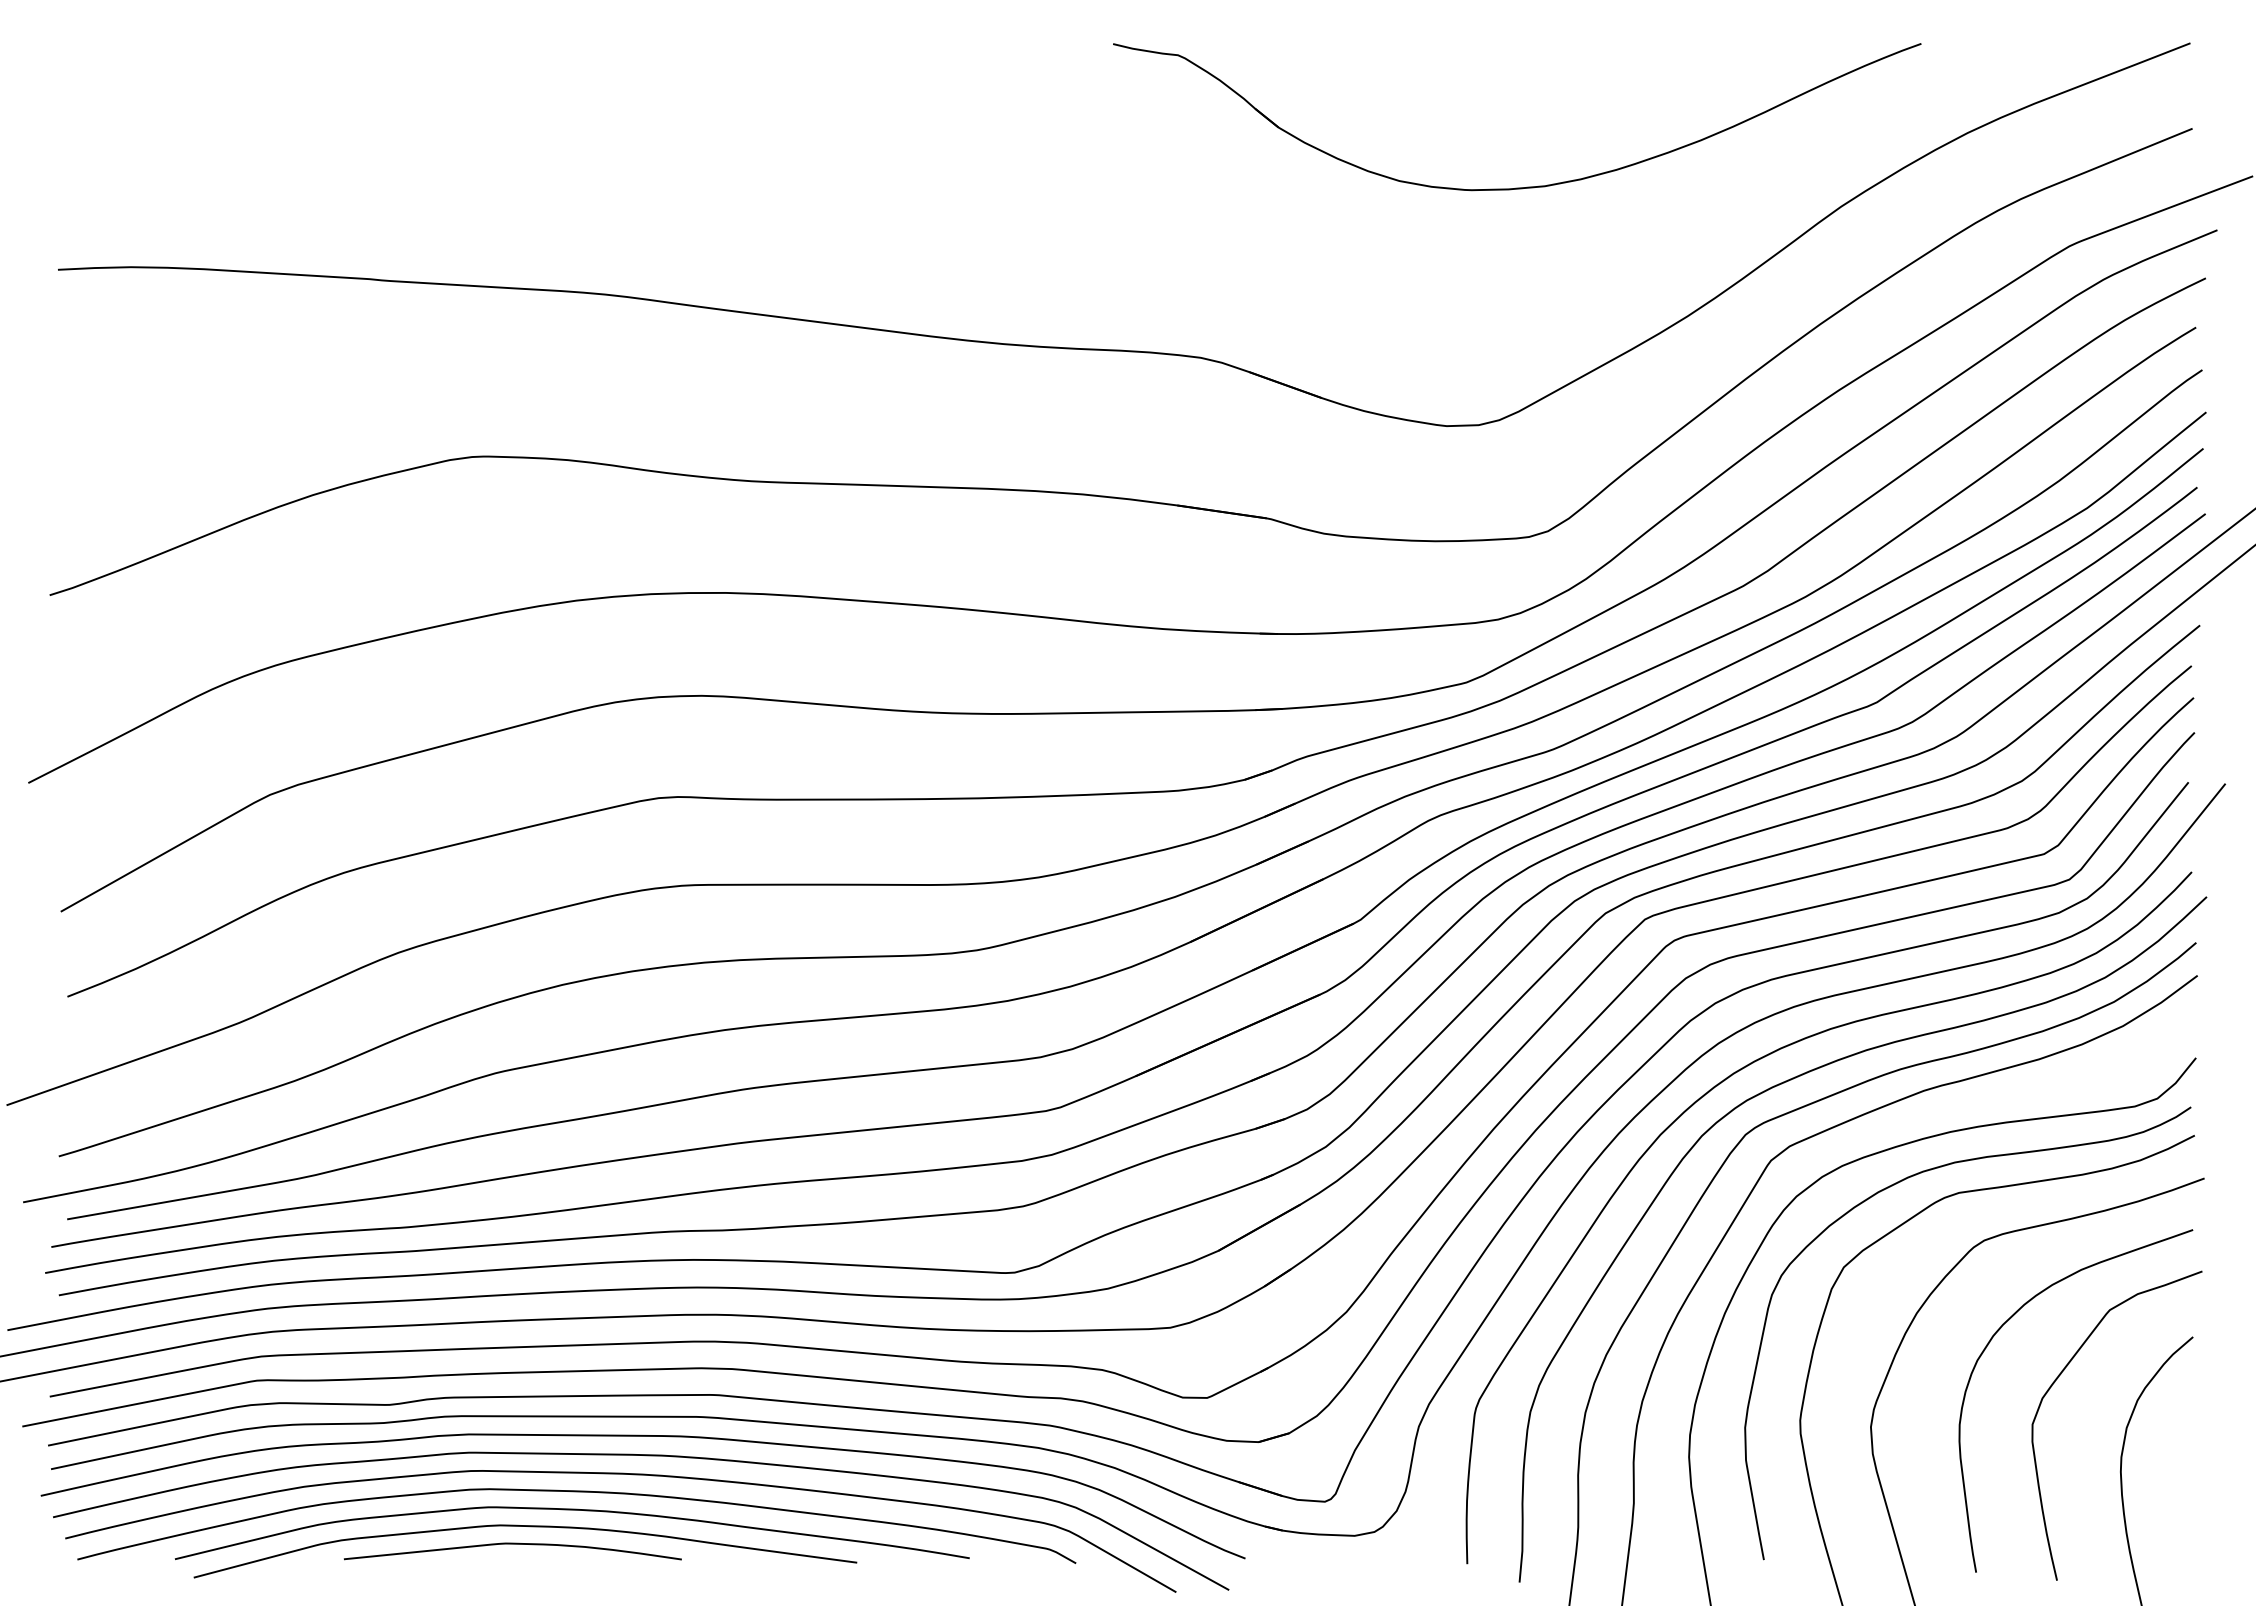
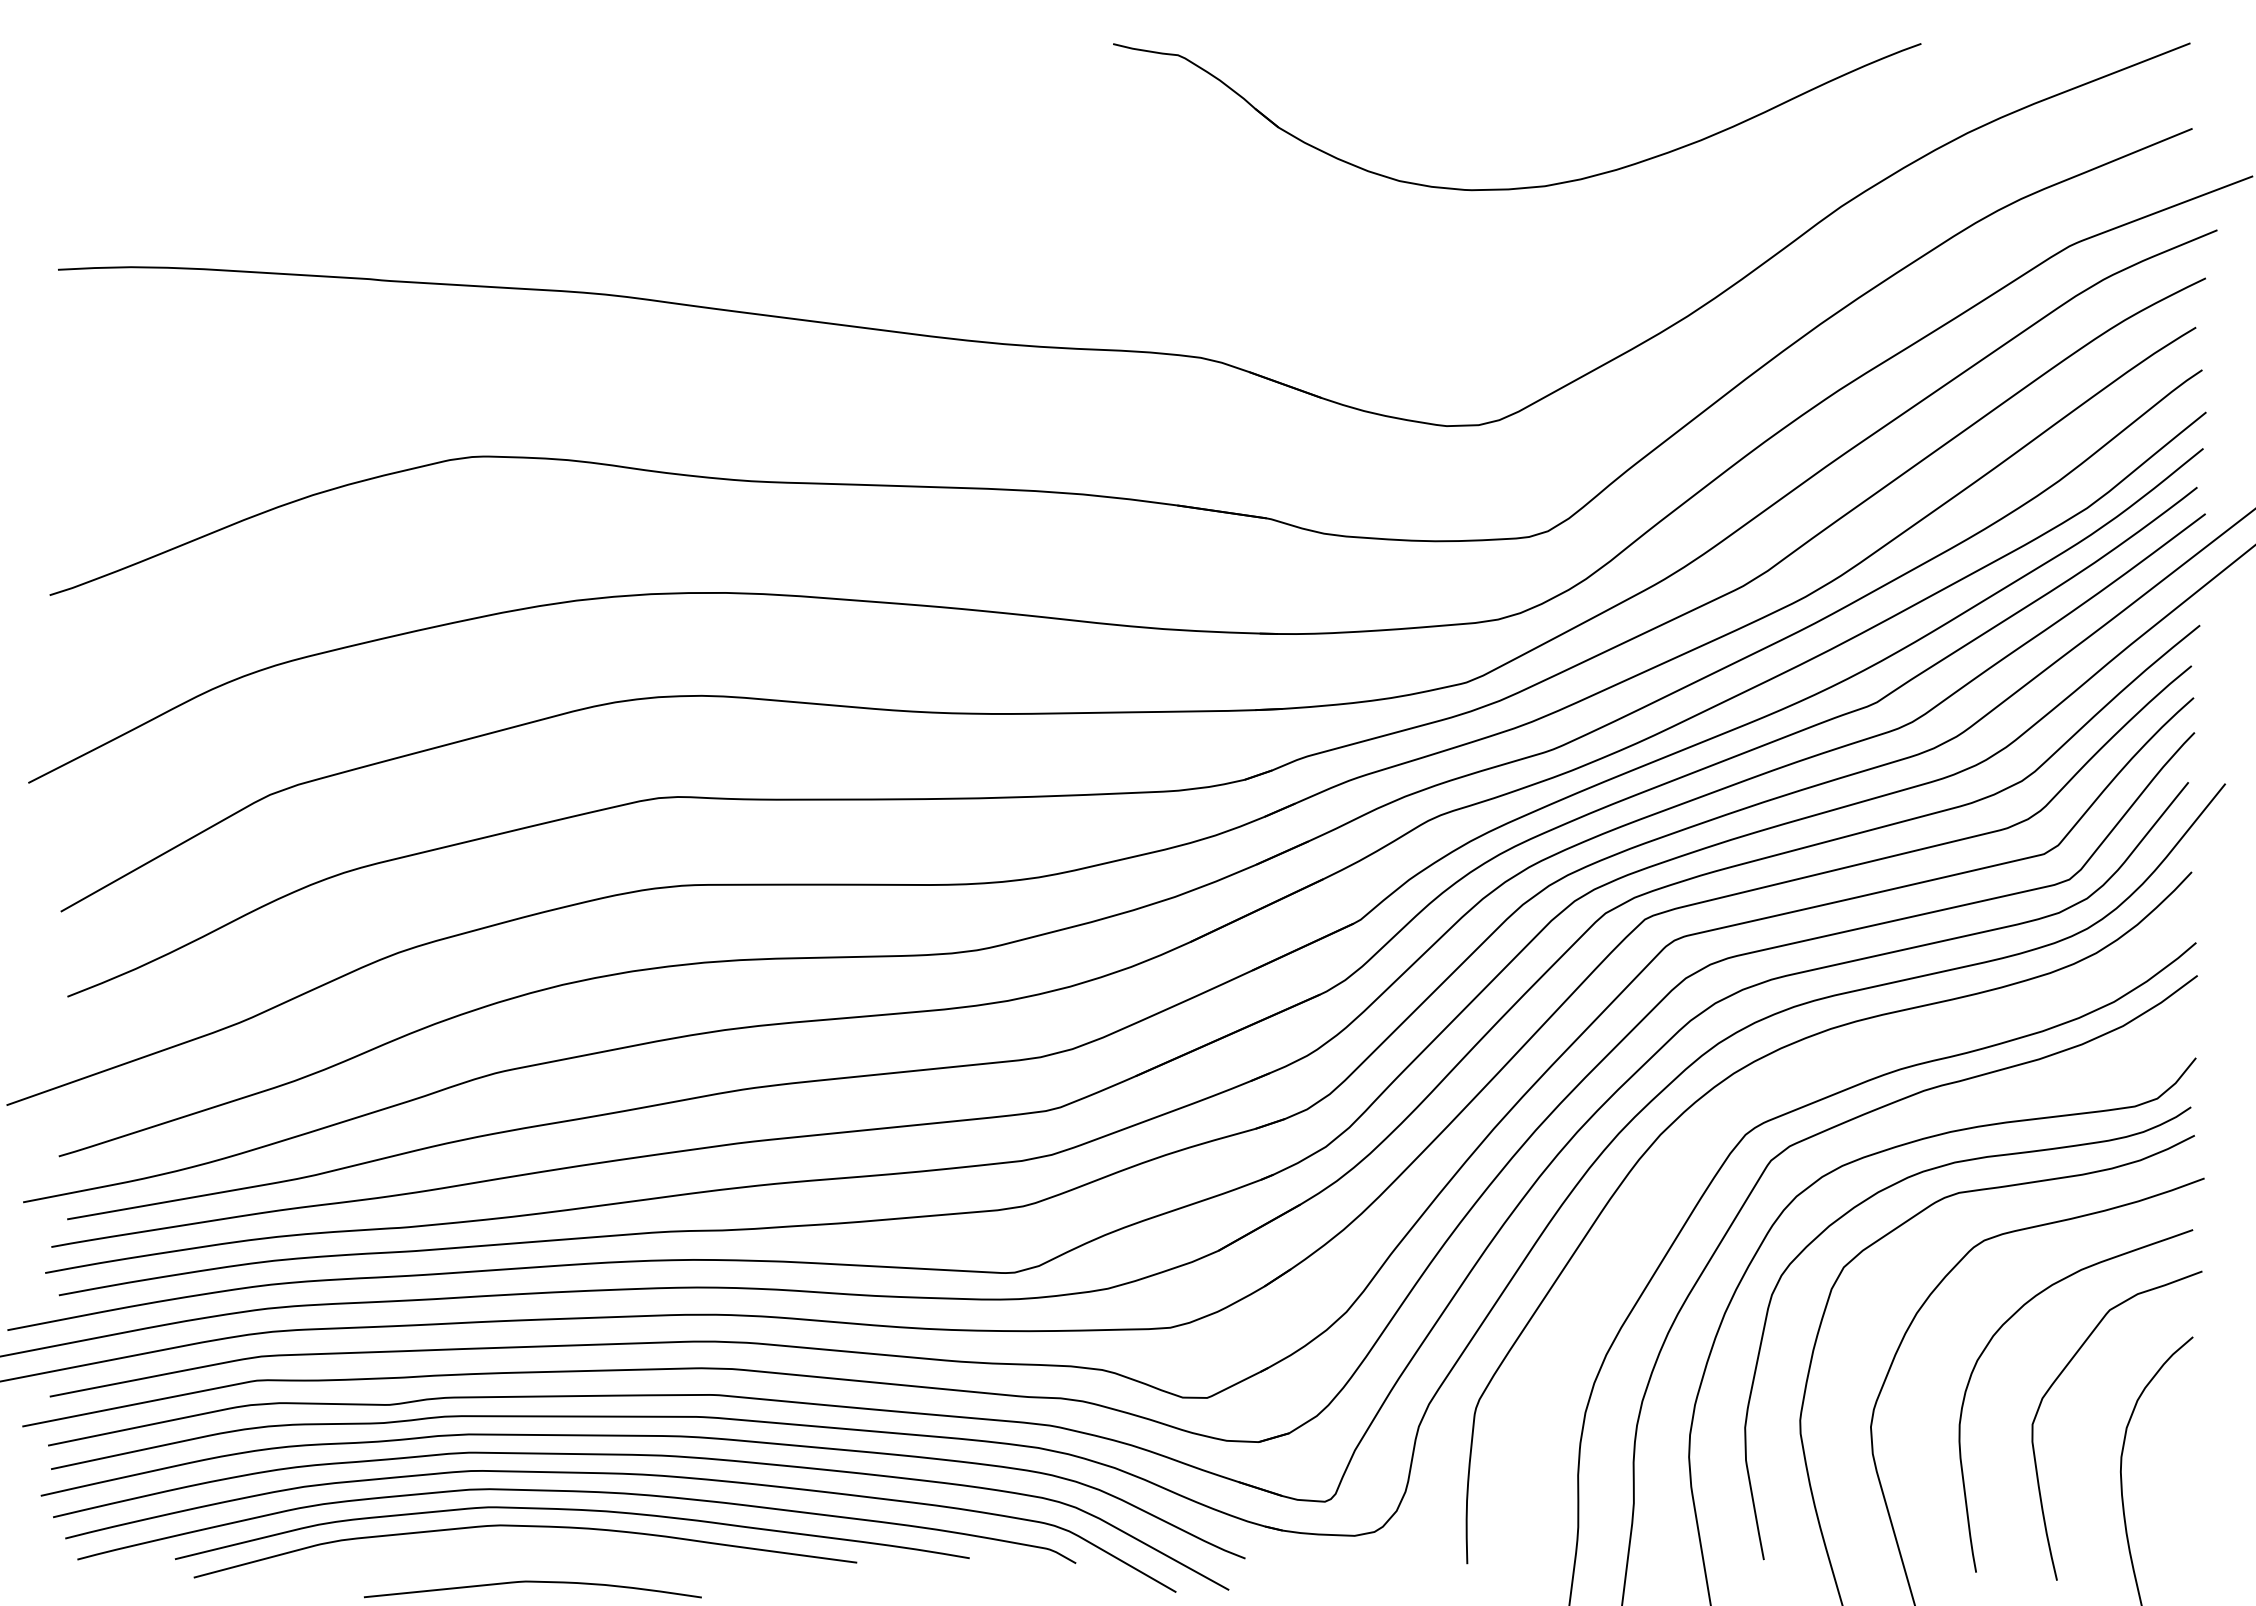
curve at (1791, 1080): present -> none
curve at (512, 1544) position: (512, 1544) -> (532, 1582)
